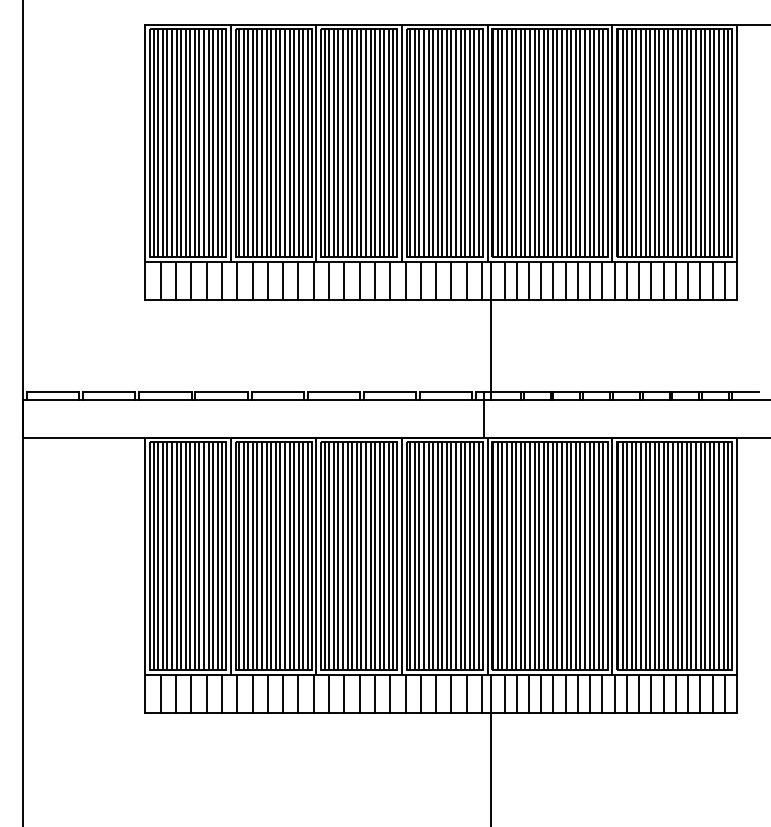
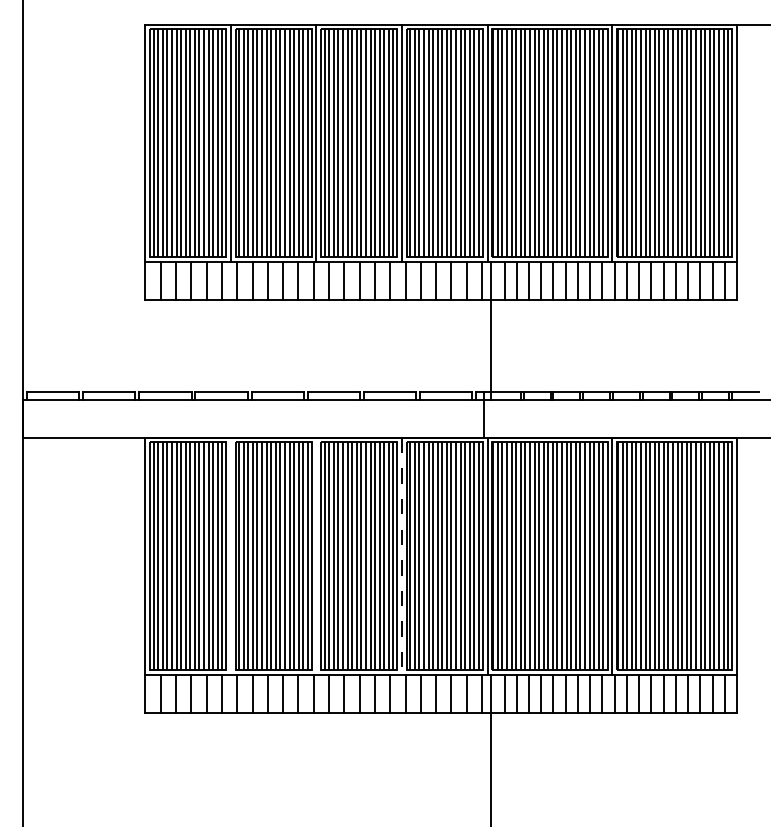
line at (230, 556): present -> none
line at (316, 556): present -> none
line at (402, 556): solid -> dashed
